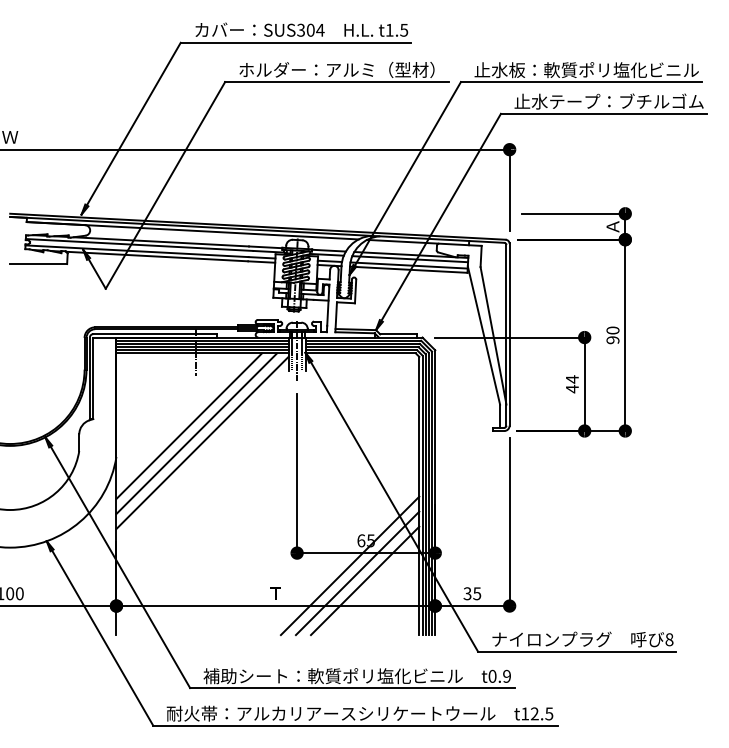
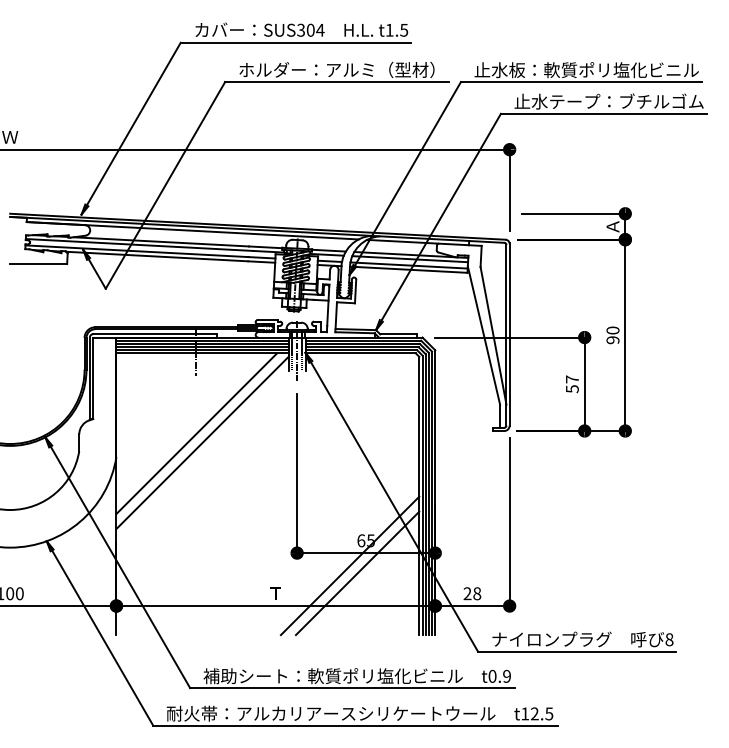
text at (572, 384): 44 -> 57
line at (188, 425): present -> none
line at (364, 580): present -> none
text at (472, 593): 35 -> 28
